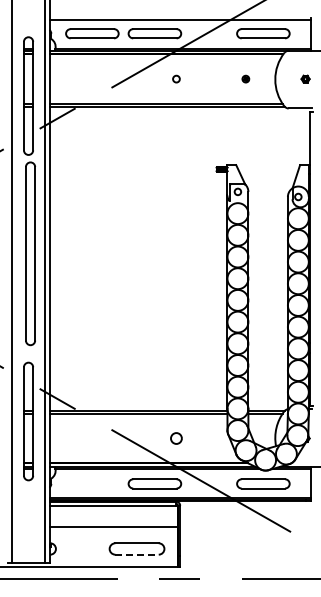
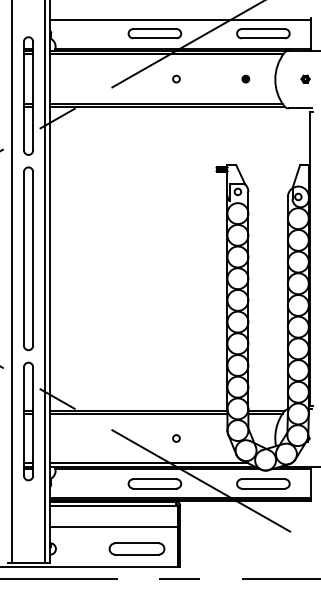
part at (92, 33): present -> none
part at (30, 253) position: (30, 253) -> (28, 258)
circle at (176, 438) size: 13x13 px -> 9x9 px
line at (137, 554): dashed -> solid
